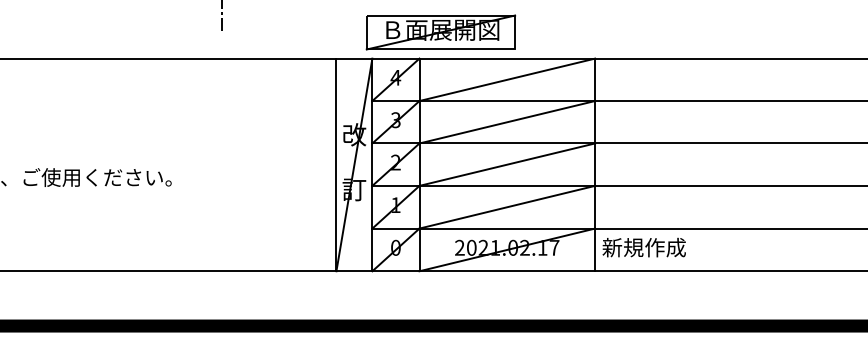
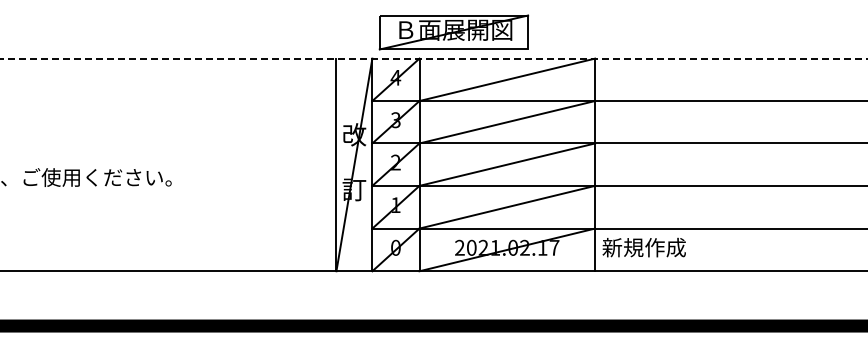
line at (221, 16): present -> none
part at (440, 32) position: (440, 32) -> (453, 32)
line at (434, 58): solid -> dashed
